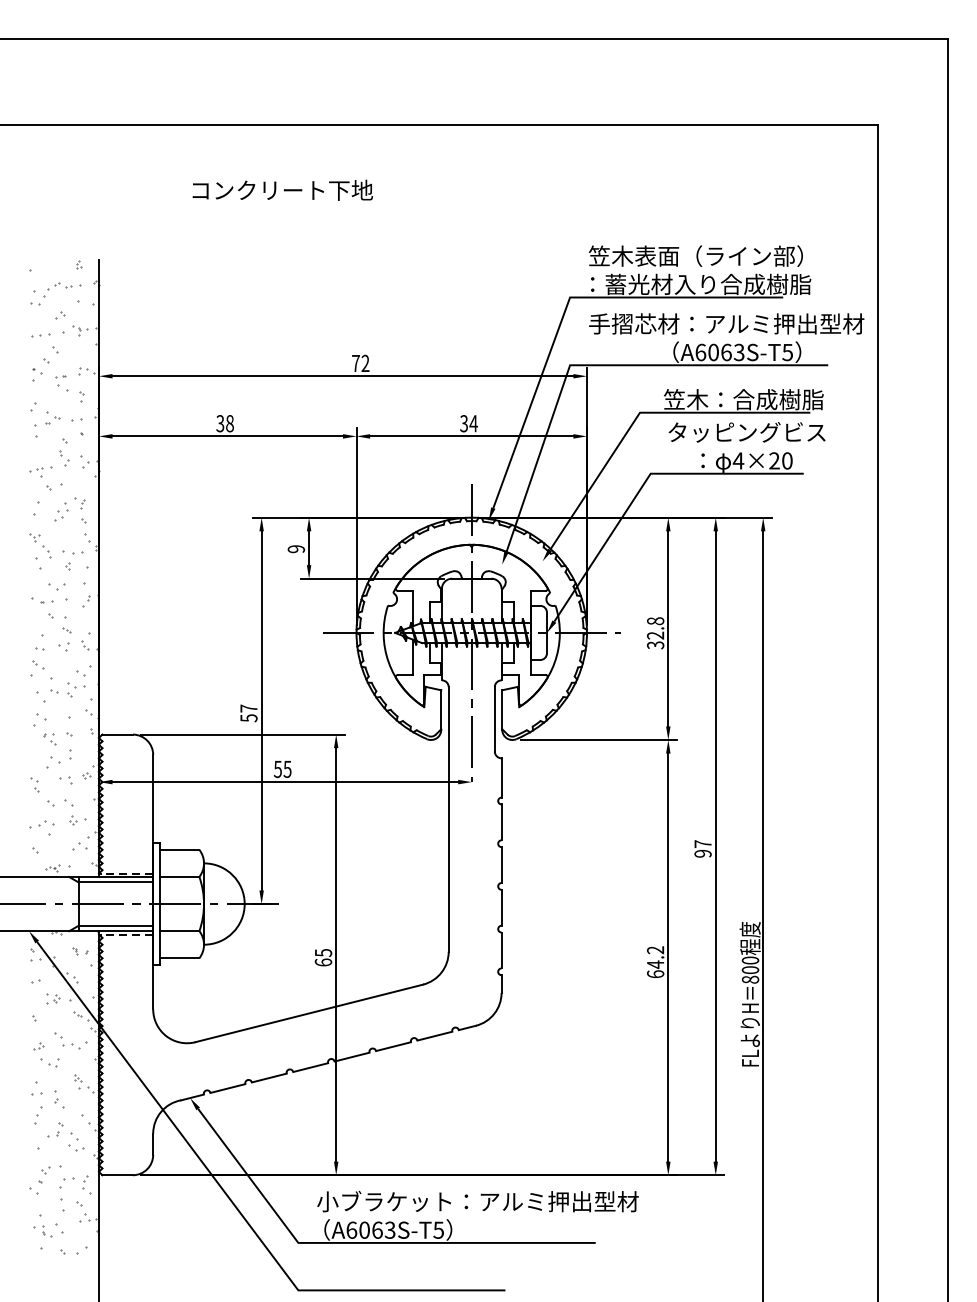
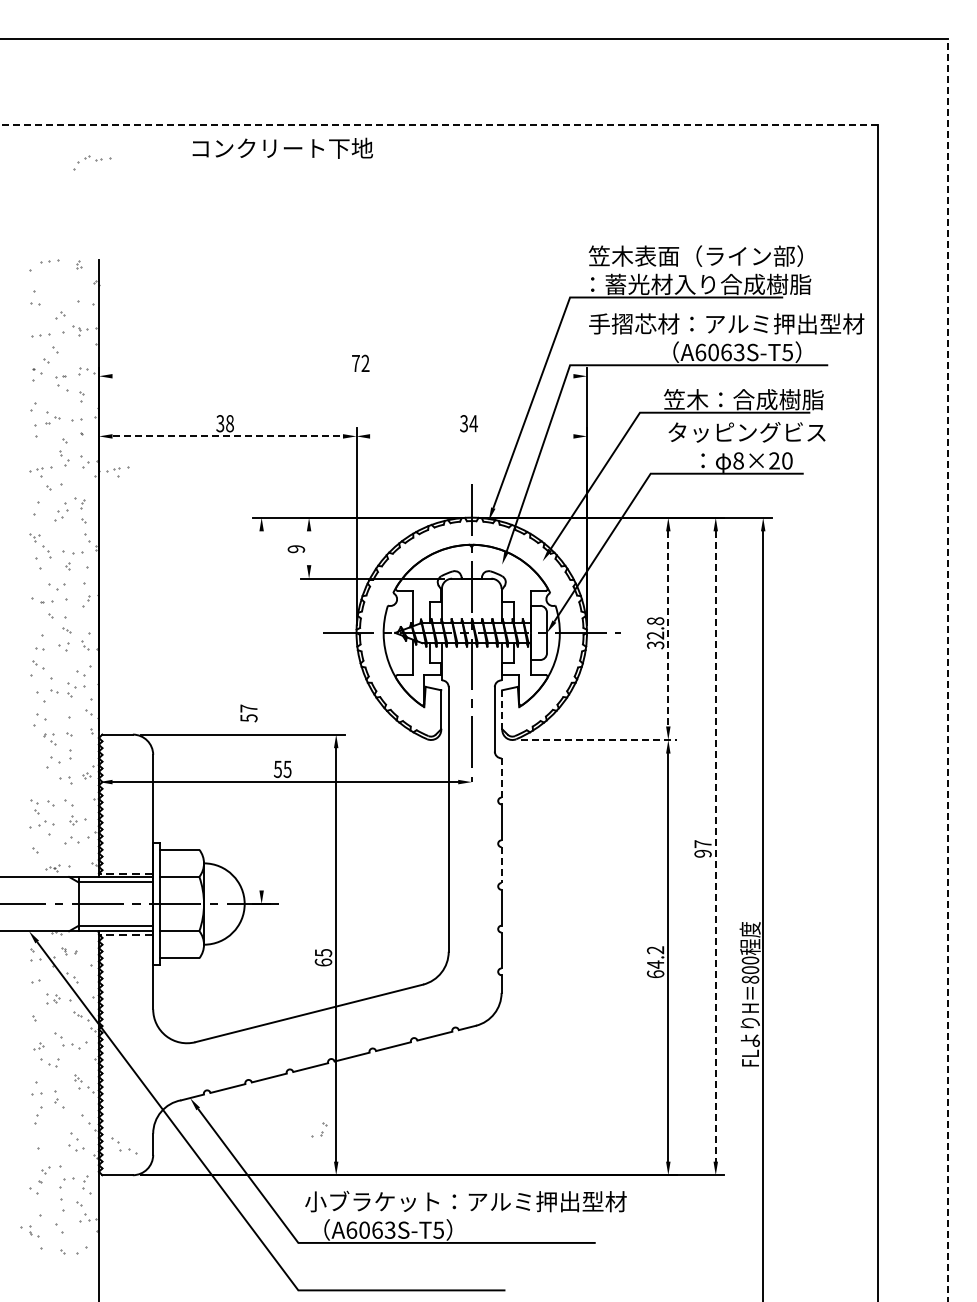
line at (439, 124): solid -> dashed
text at (282, 189) position: (282, 189) -> (282, 147)
part at (49, 261): none -> present
part at (62, 289) position: (62, 289) -> (92, 162)
line at (342, 376): present -> none
line at (228, 436): solid -> dashed
line at (471, 436): present -> none
text at (738, 460): 4×20 -> 8×20
part at (117, 471): none -> present
line at (309, 548): present -> none
line at (668, 628): solid -> dashed
line at (947, 669): solid -> dashed
line at (261, 710): present -> none
line at (502, 710): solid -> dashed
line at (598, 740): solid -> dashed
line at (501, 777): solid -> dashed
part at (34, 784) position: (34, 784) -> (34, 806)
part at (79, 846) position: (79, 846) -> (71, 840)
line at (715, 847): solid -> dashed
line at (501, 865): solid -> dashed
part at (80, 951) position: (80, 951) -> (69, 951)
part at (55, 1129) position: (55, 1129) -> (319, 1129)
part at (124, 1145): none -> present
text at (477, 1201) position: (477, 1201) -> (465, 1201)
part at (42, 1231) position: (42, 1231) -> (29, 1231)
